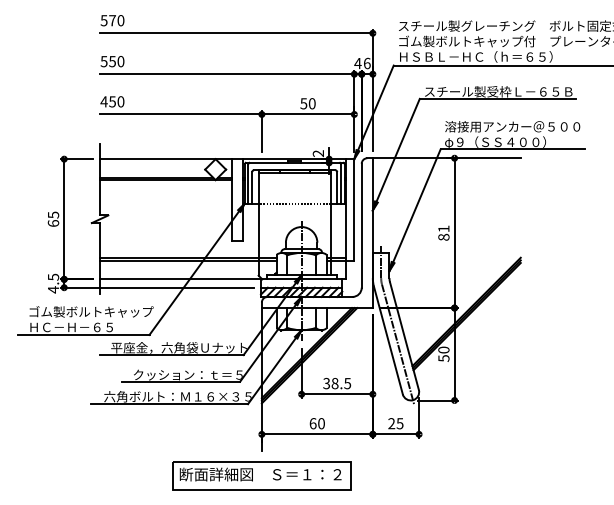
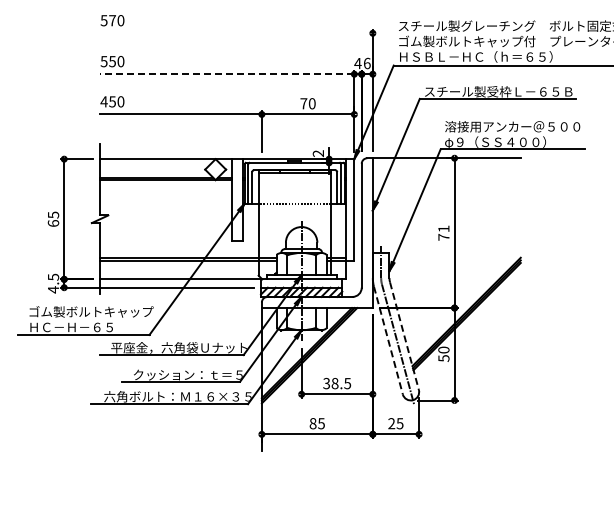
line at (236, 33): present -> none
line at (226, 74): solid -> dashed
text at (303, 103): 50 -> 70
text at (443, 236): 81 -> 71
line at (404, 336): solid -> dashed
line at (388, 340): solid -> dashed
text at (316, 423): 60 -> 85
part at (261, 475): present -> none
